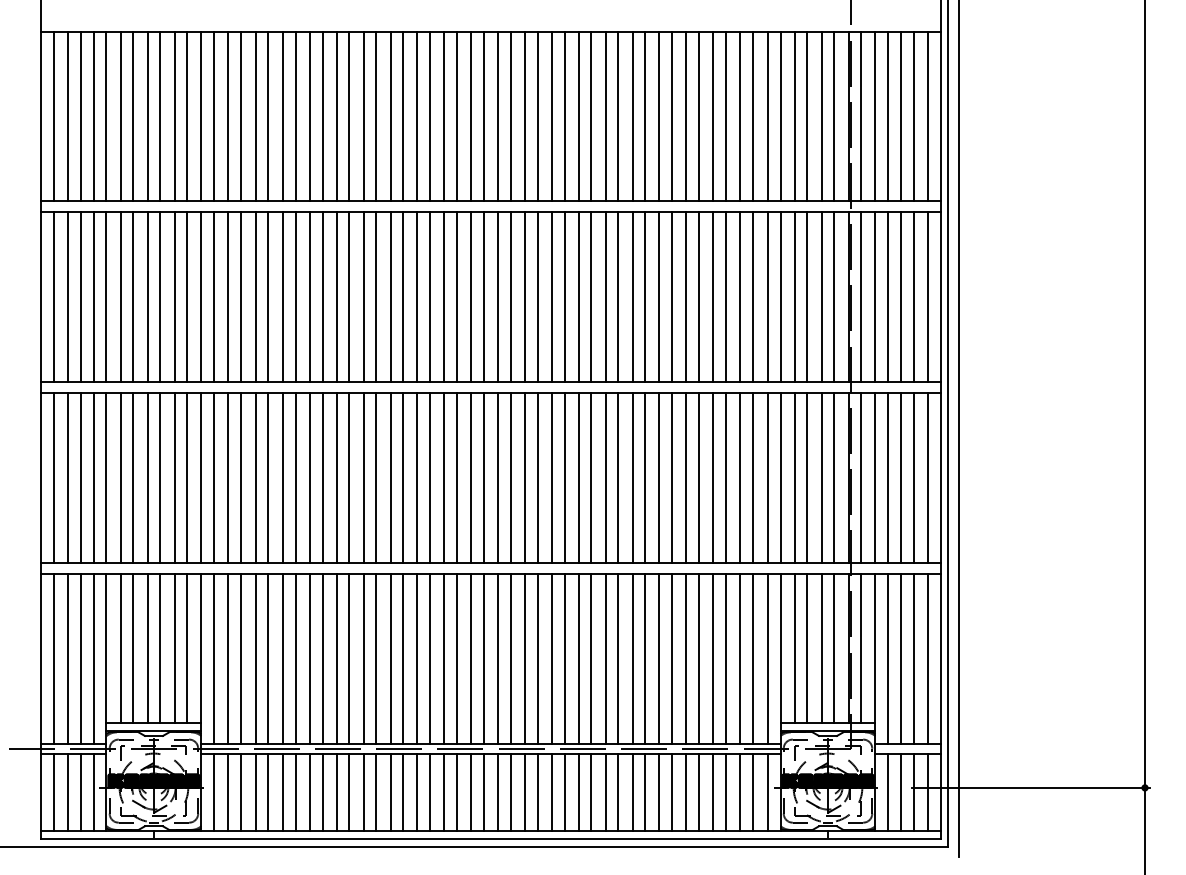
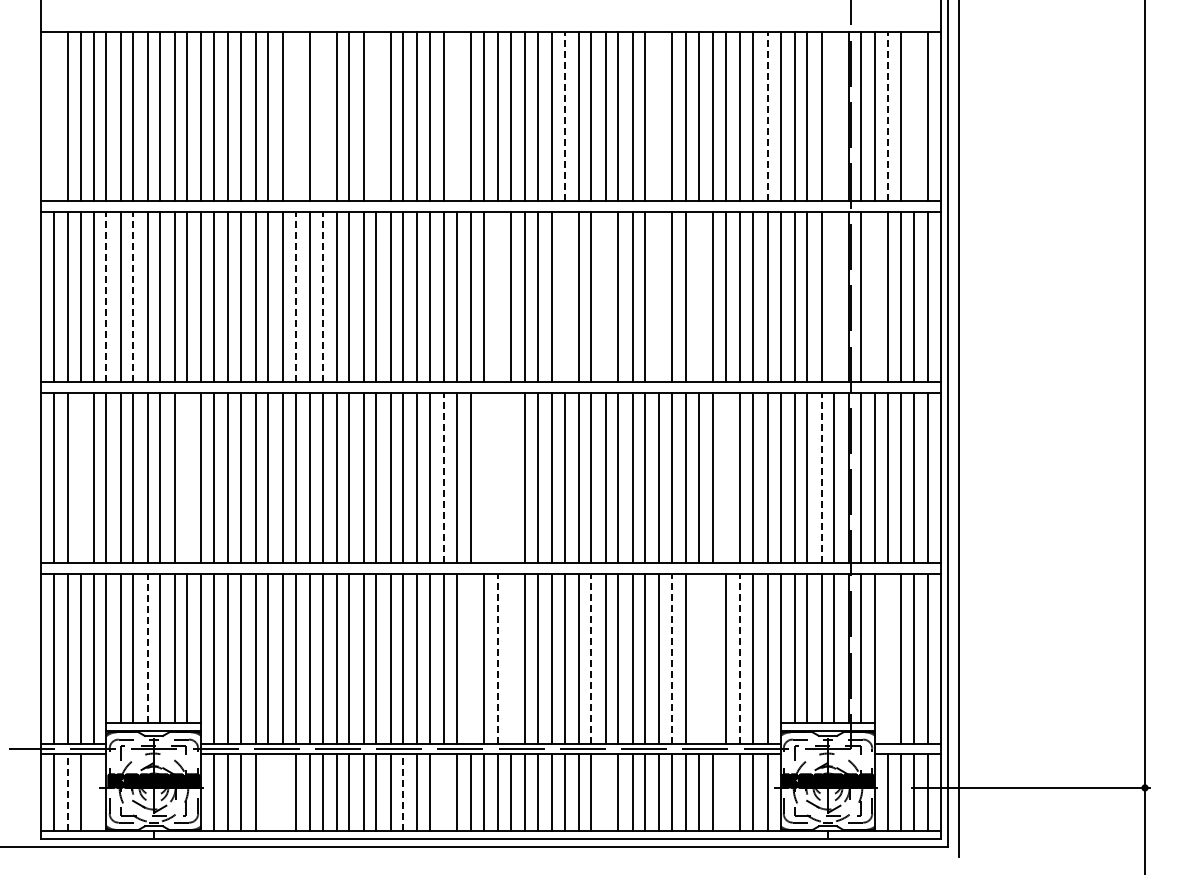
line at (53, 116): present -> none
line at (295, 116): present -> none
line at (322, 116): present -> none
line at (376, 116): present -> none
line at (456, 116): present -> none
line at (564, 116): solid -> dashed
line at (659, 116): present -> none
line at (767, 116): solid -> dashed
line at (834, 116): present -> none
line at (888, 116): solid -> dashed
line at (914, 116): present -> none
line at (106, 297): solid -> dashed
line at (133, 297): solid -> dashed
line at (295, 297): solid -> dashed
line at (322, 297): solid -> dashed
line at (498, 297): present -> none
line at (564, 297): present -> none
line at (605, 297): present -> none
line at (659, 297): present -> none
line at (698, 297): present -> none
line at (834, 297): present -> none
line at (875, 297): present -> none
line at (80, 477): present -> none
line at (187, 477): present -> none
line at (444, 477): solid -> dashed
line at (483, 477): present -> none
line at (498, 477): present -> none
line at (510, 477): present -> none
line at (725, 477): present -> none
line at (821, 477): solid -> dashed
line at (147, 648): solid -> dashed
line at (471, 658): present -> none
line at (498, 658): solid -> dashed
line at (510, 658): present -> none
line at (591, 658): solid -> dashed
line at (672, 658): solid -> dashed
line at (698, 658): present -> none
line at (713, 658): present -> none
line at (740, 658): solid -> dashed
line at (888, 658): present -> none
line at (67, 792): solid -> dashed
line at (93, 792): present -> none
line at (268, 792): present -> none
line at (282, 792): present -> none
line at (403, 792): solid -> dashed
line at (444, 792): present -> none
line at (605, 792): present -> none
line at (725, 792): present -> none
